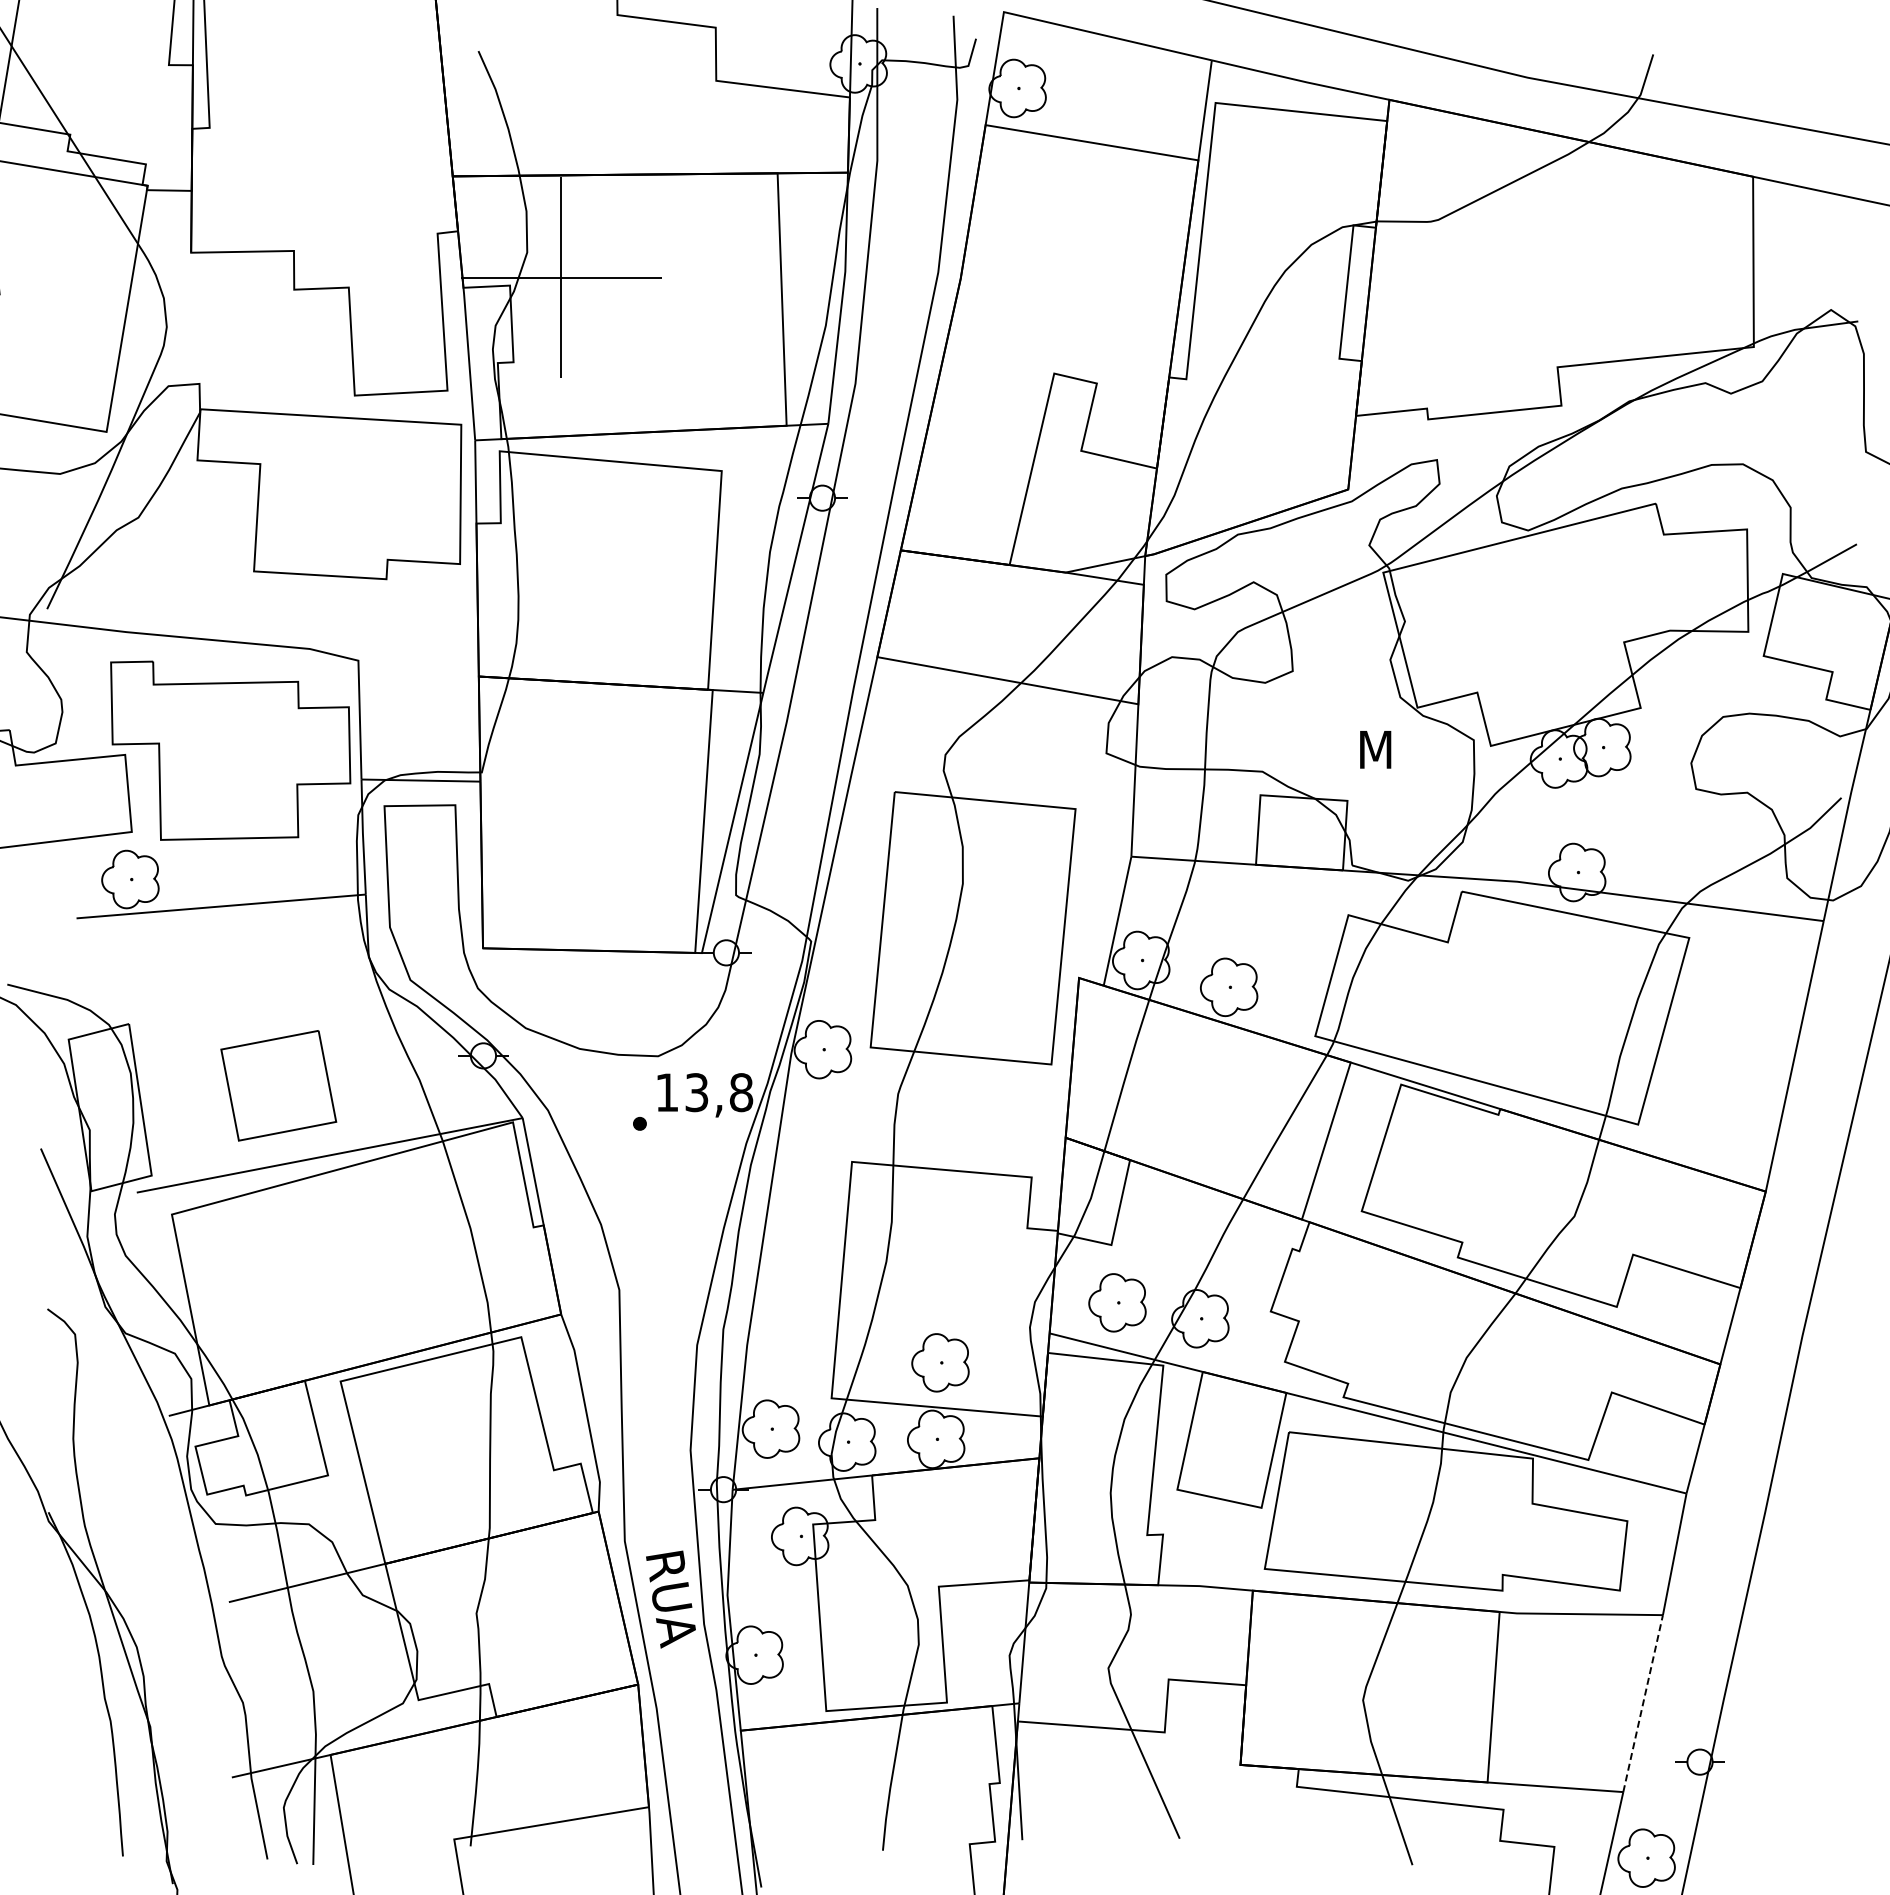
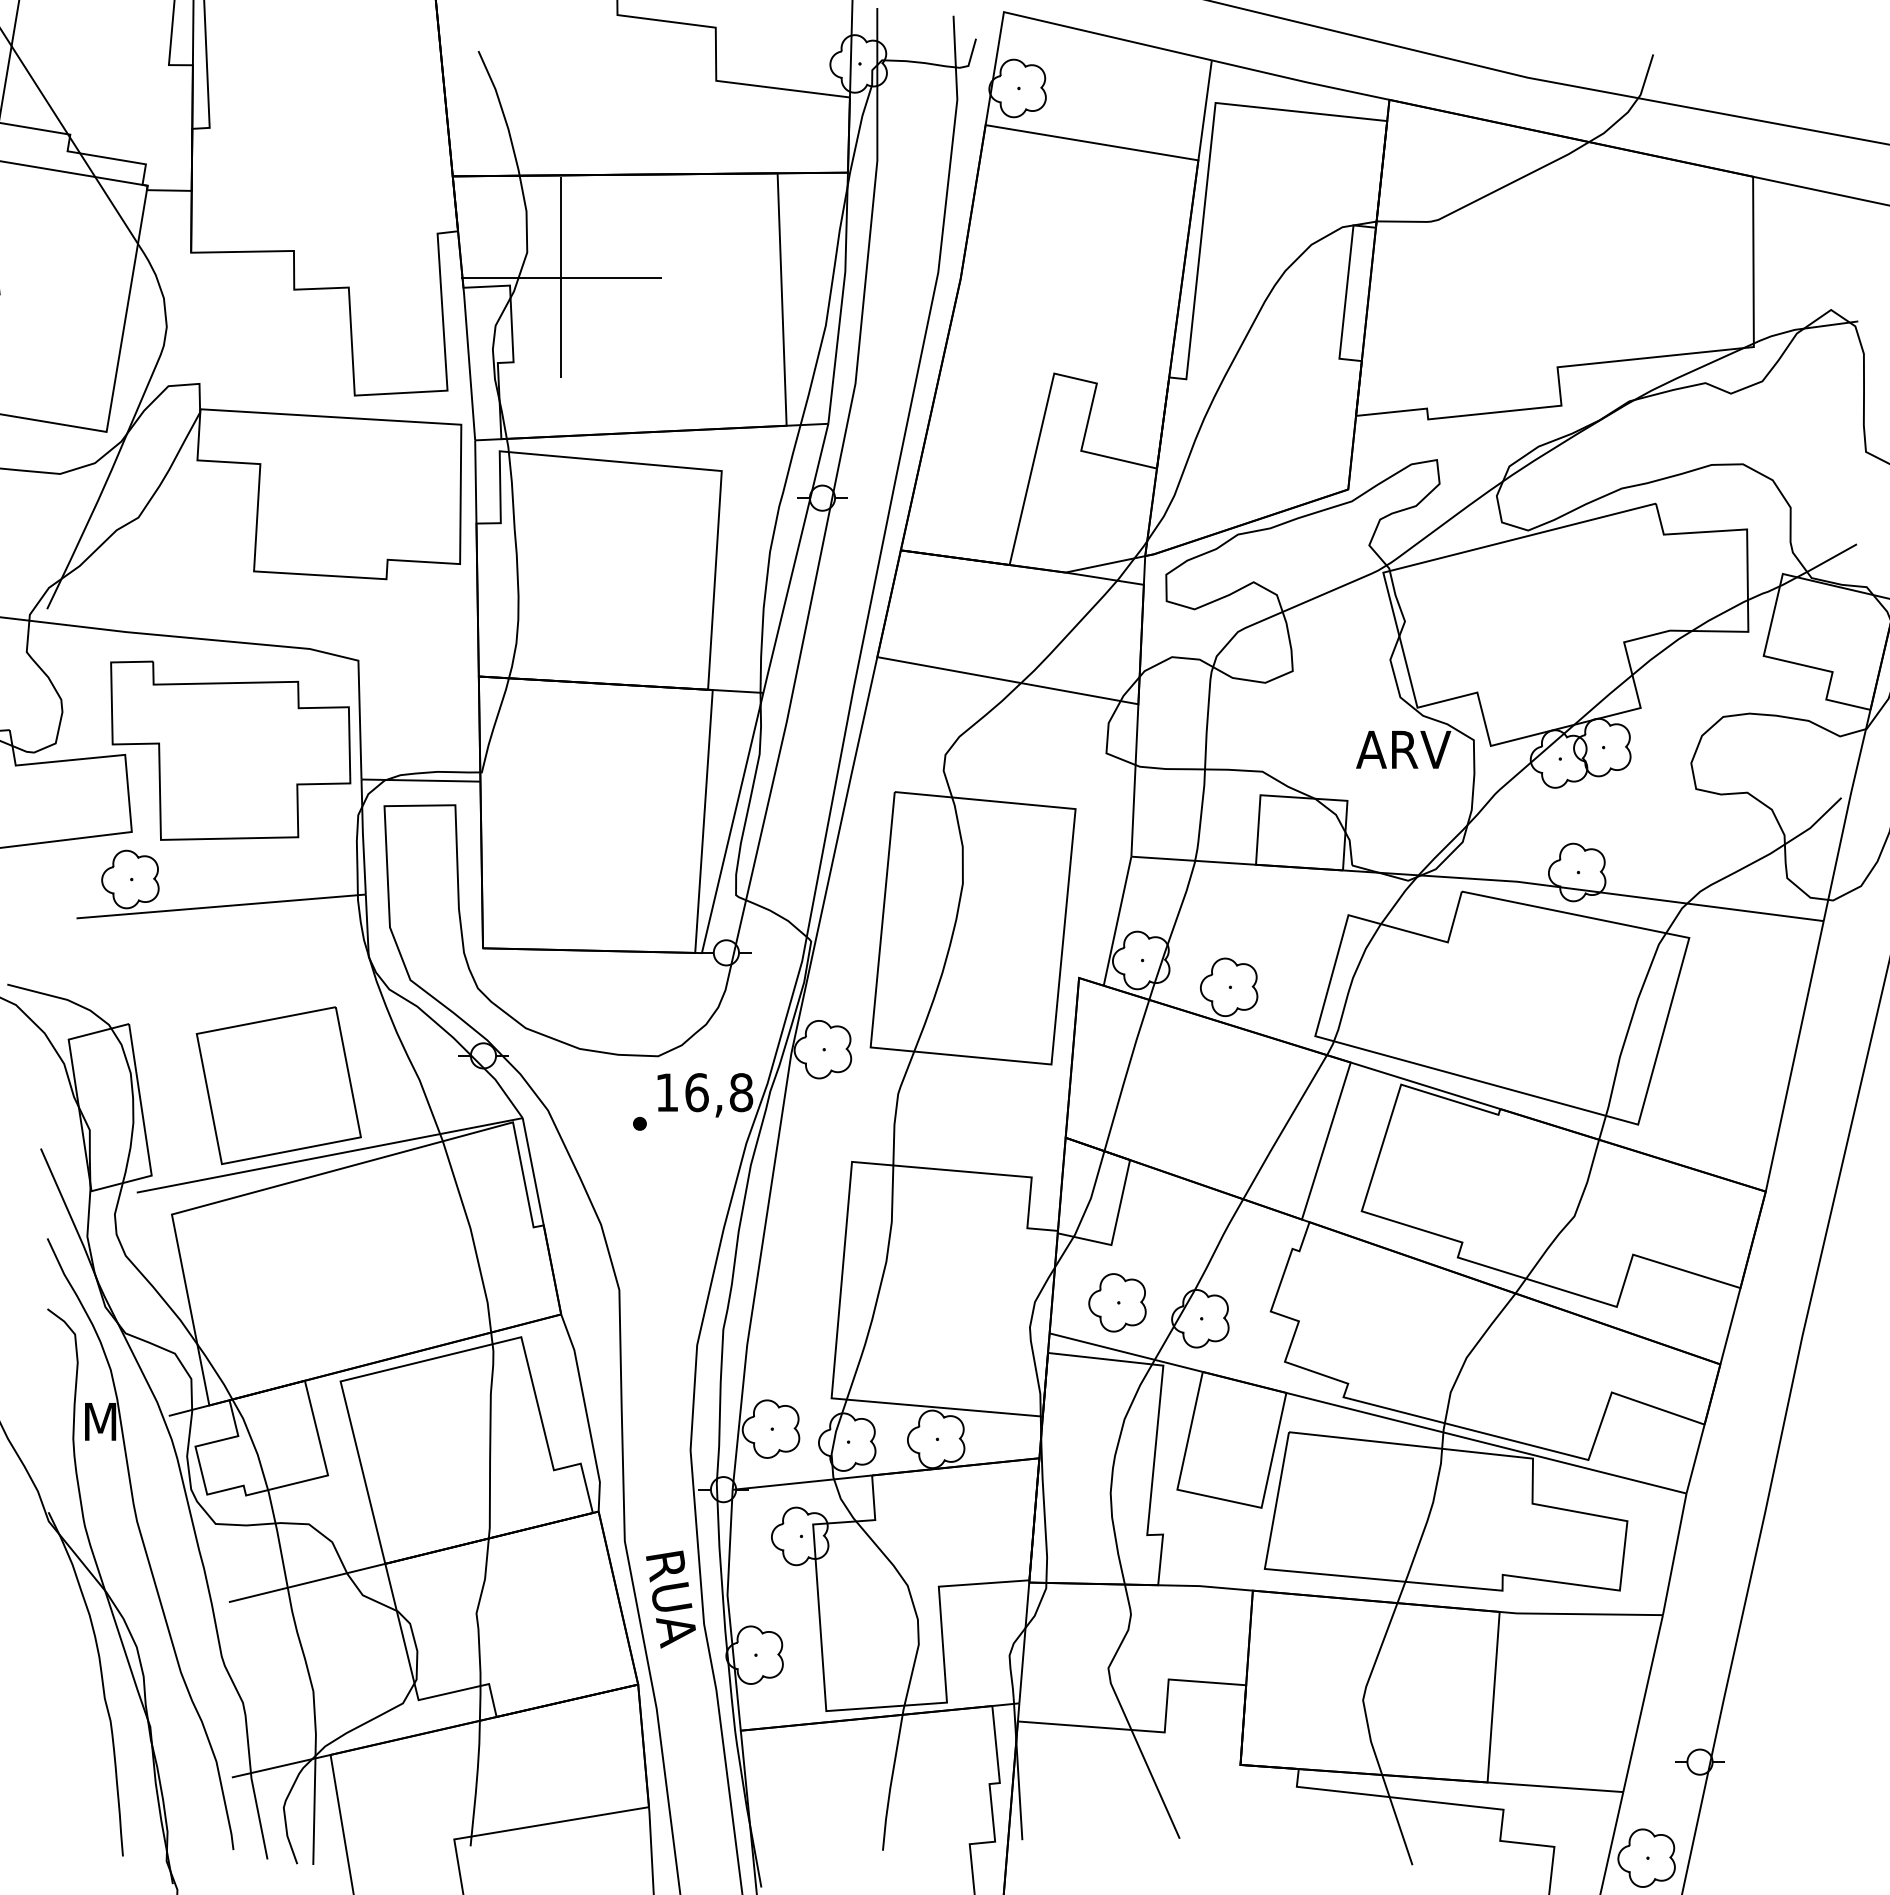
text at (1403, 749): M -> ARV
part at (278, 1085) size: 118x112 px -> 167x160 px
text at (696, 1092): 13,8 -> 16,8
part at (940, 1362): present -> none
part at (140, 1544): none -> present
line at (1643, 1703): dashed -> solid
